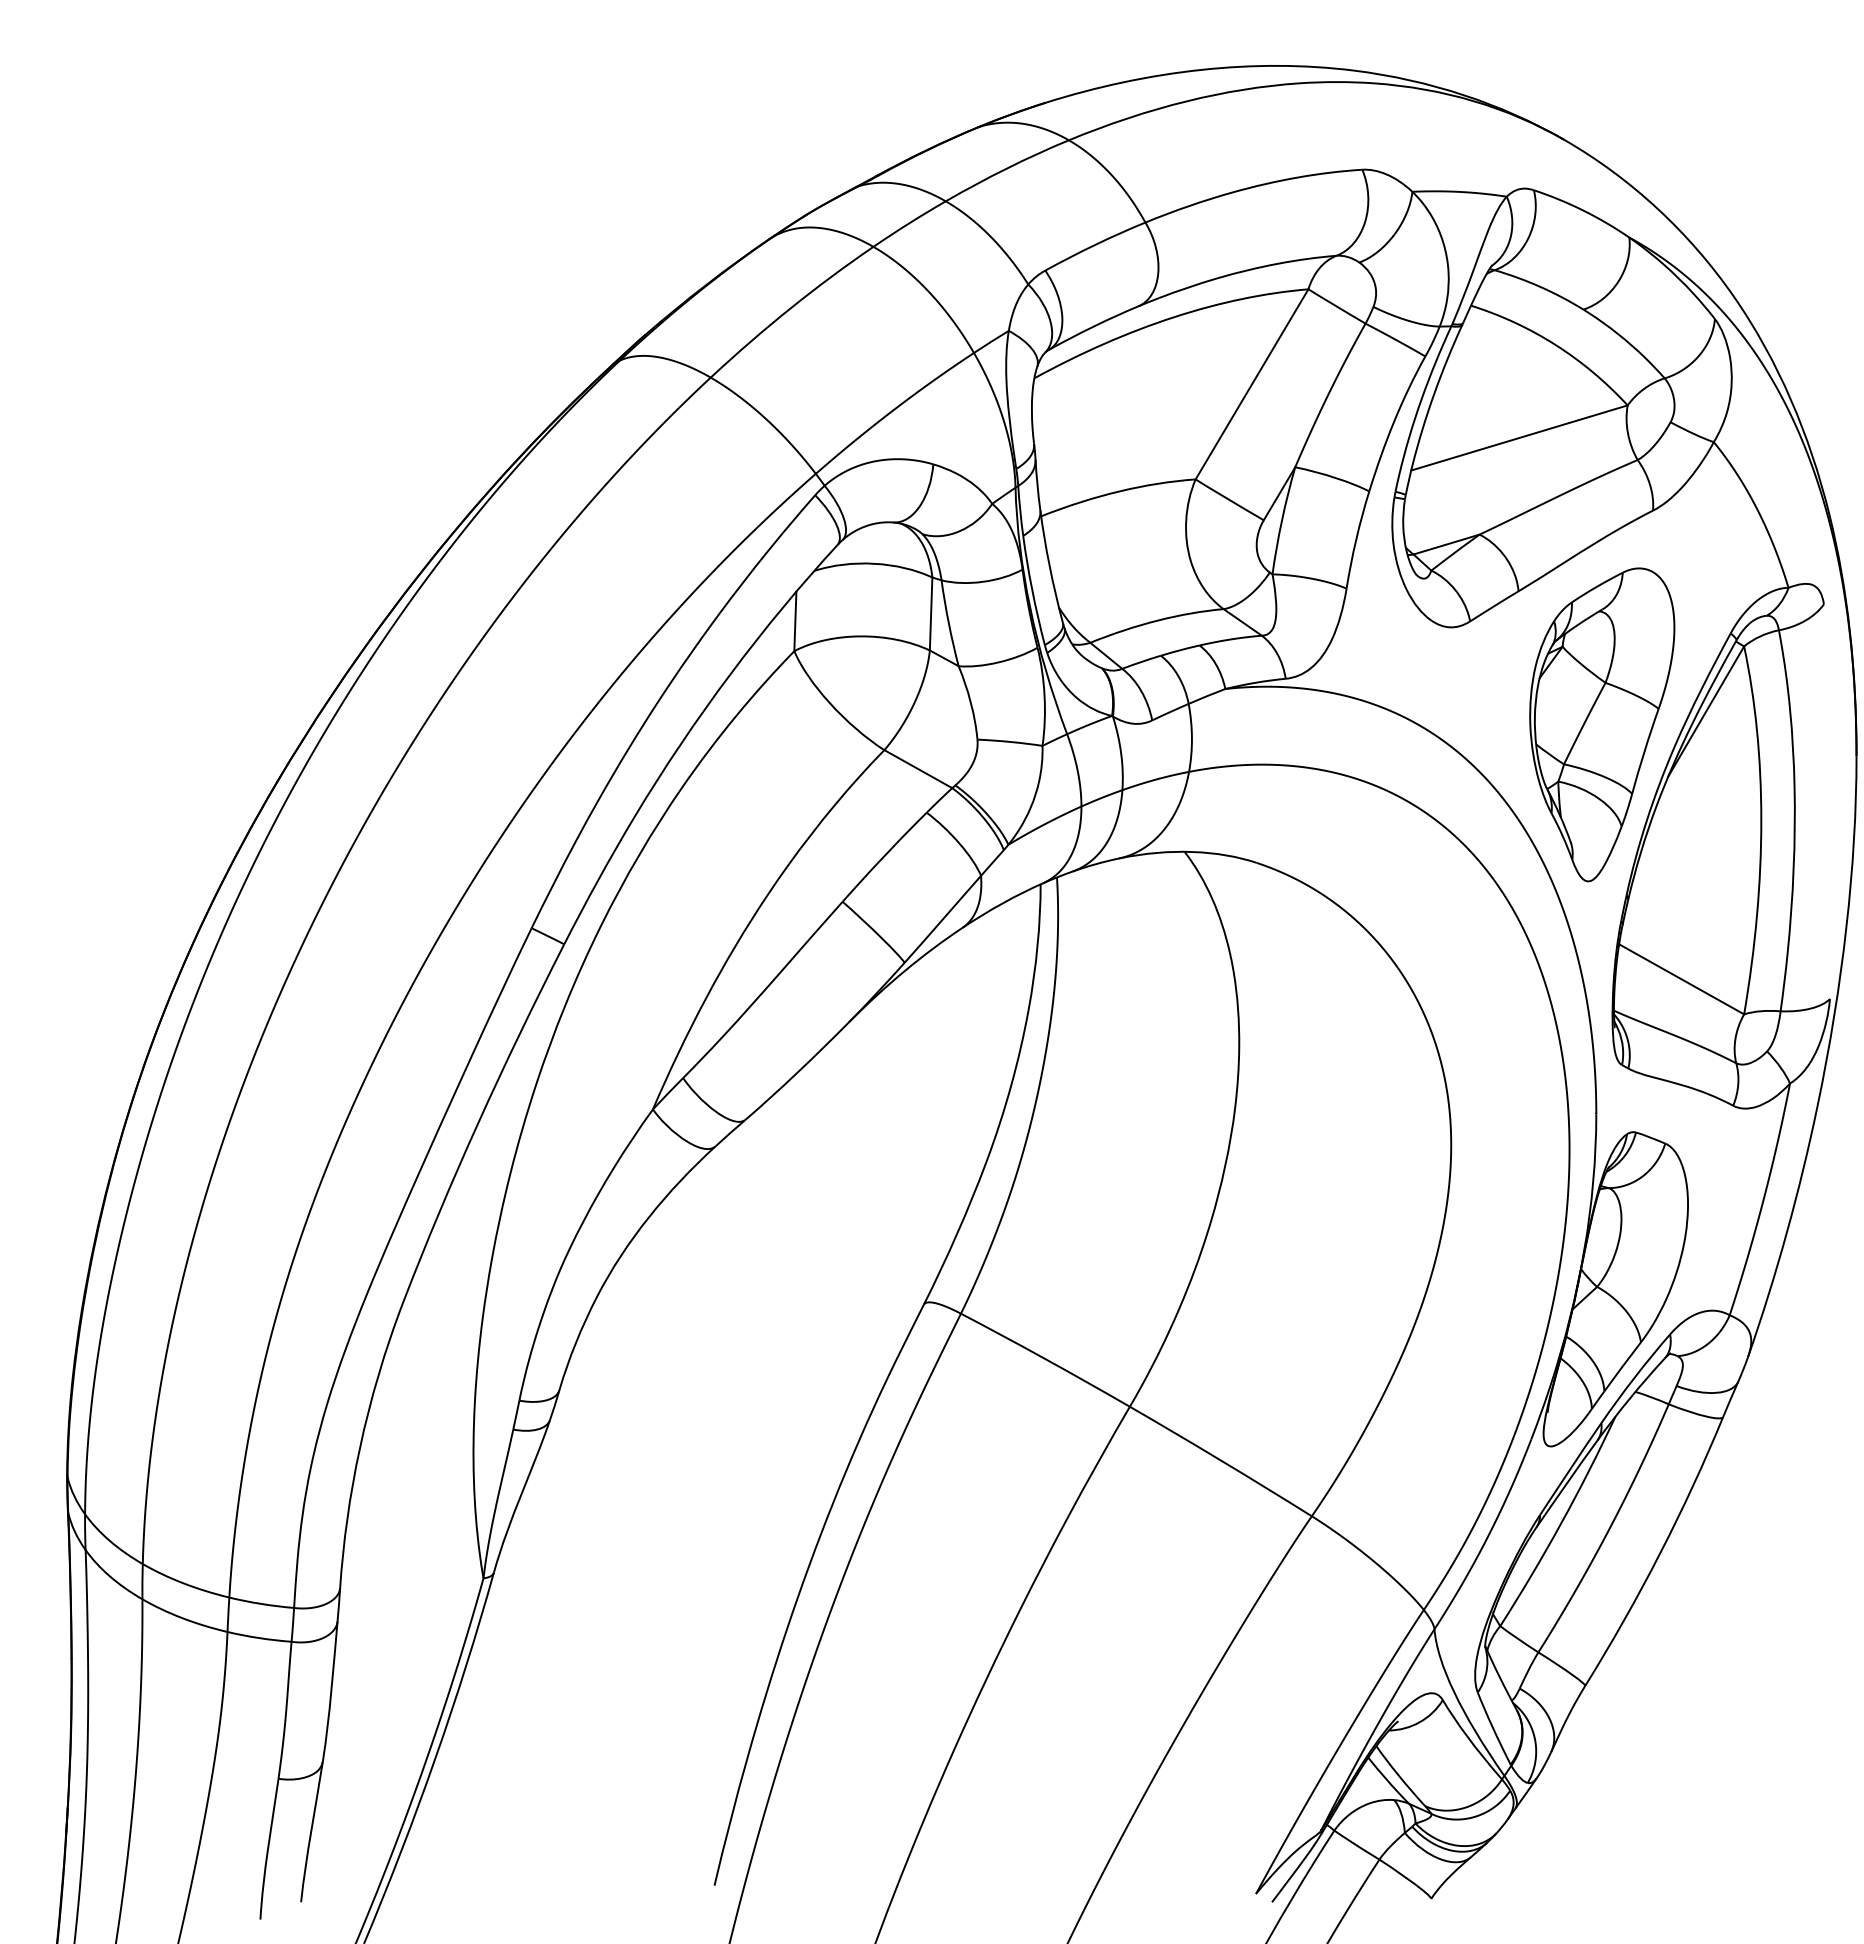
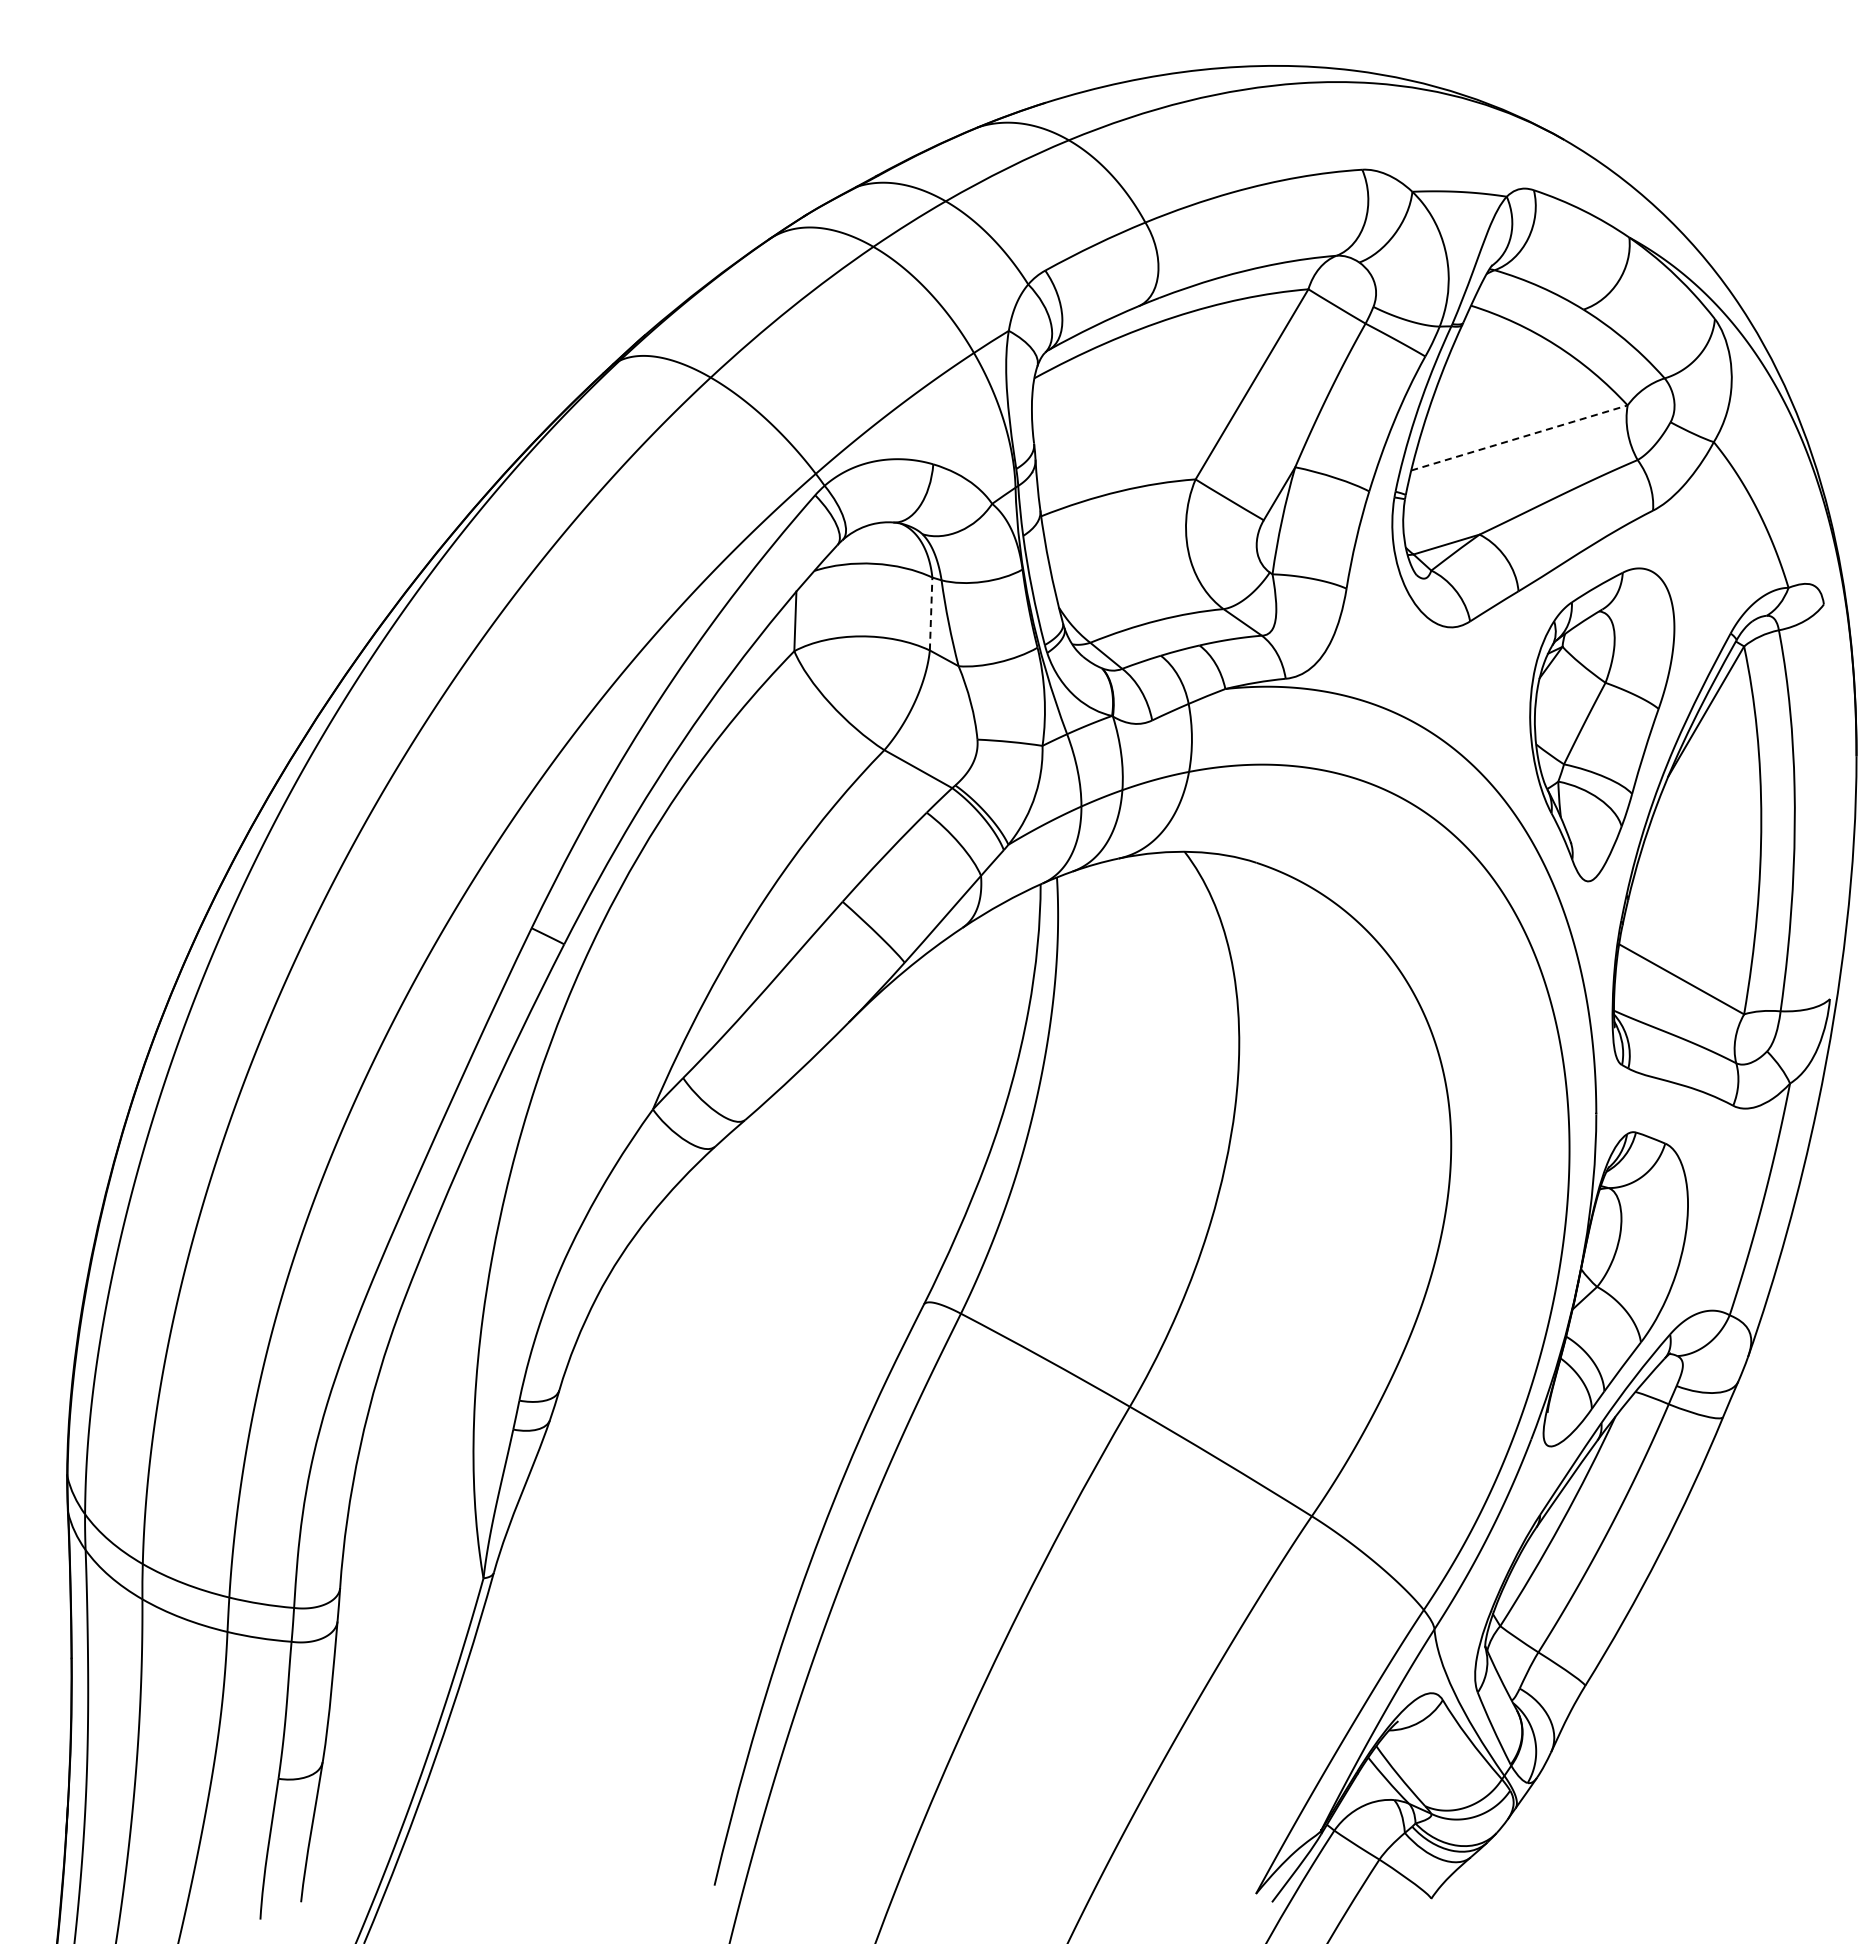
line at (1519, 437): solid -> dashed
line at (931, 613): solid -> dashed
